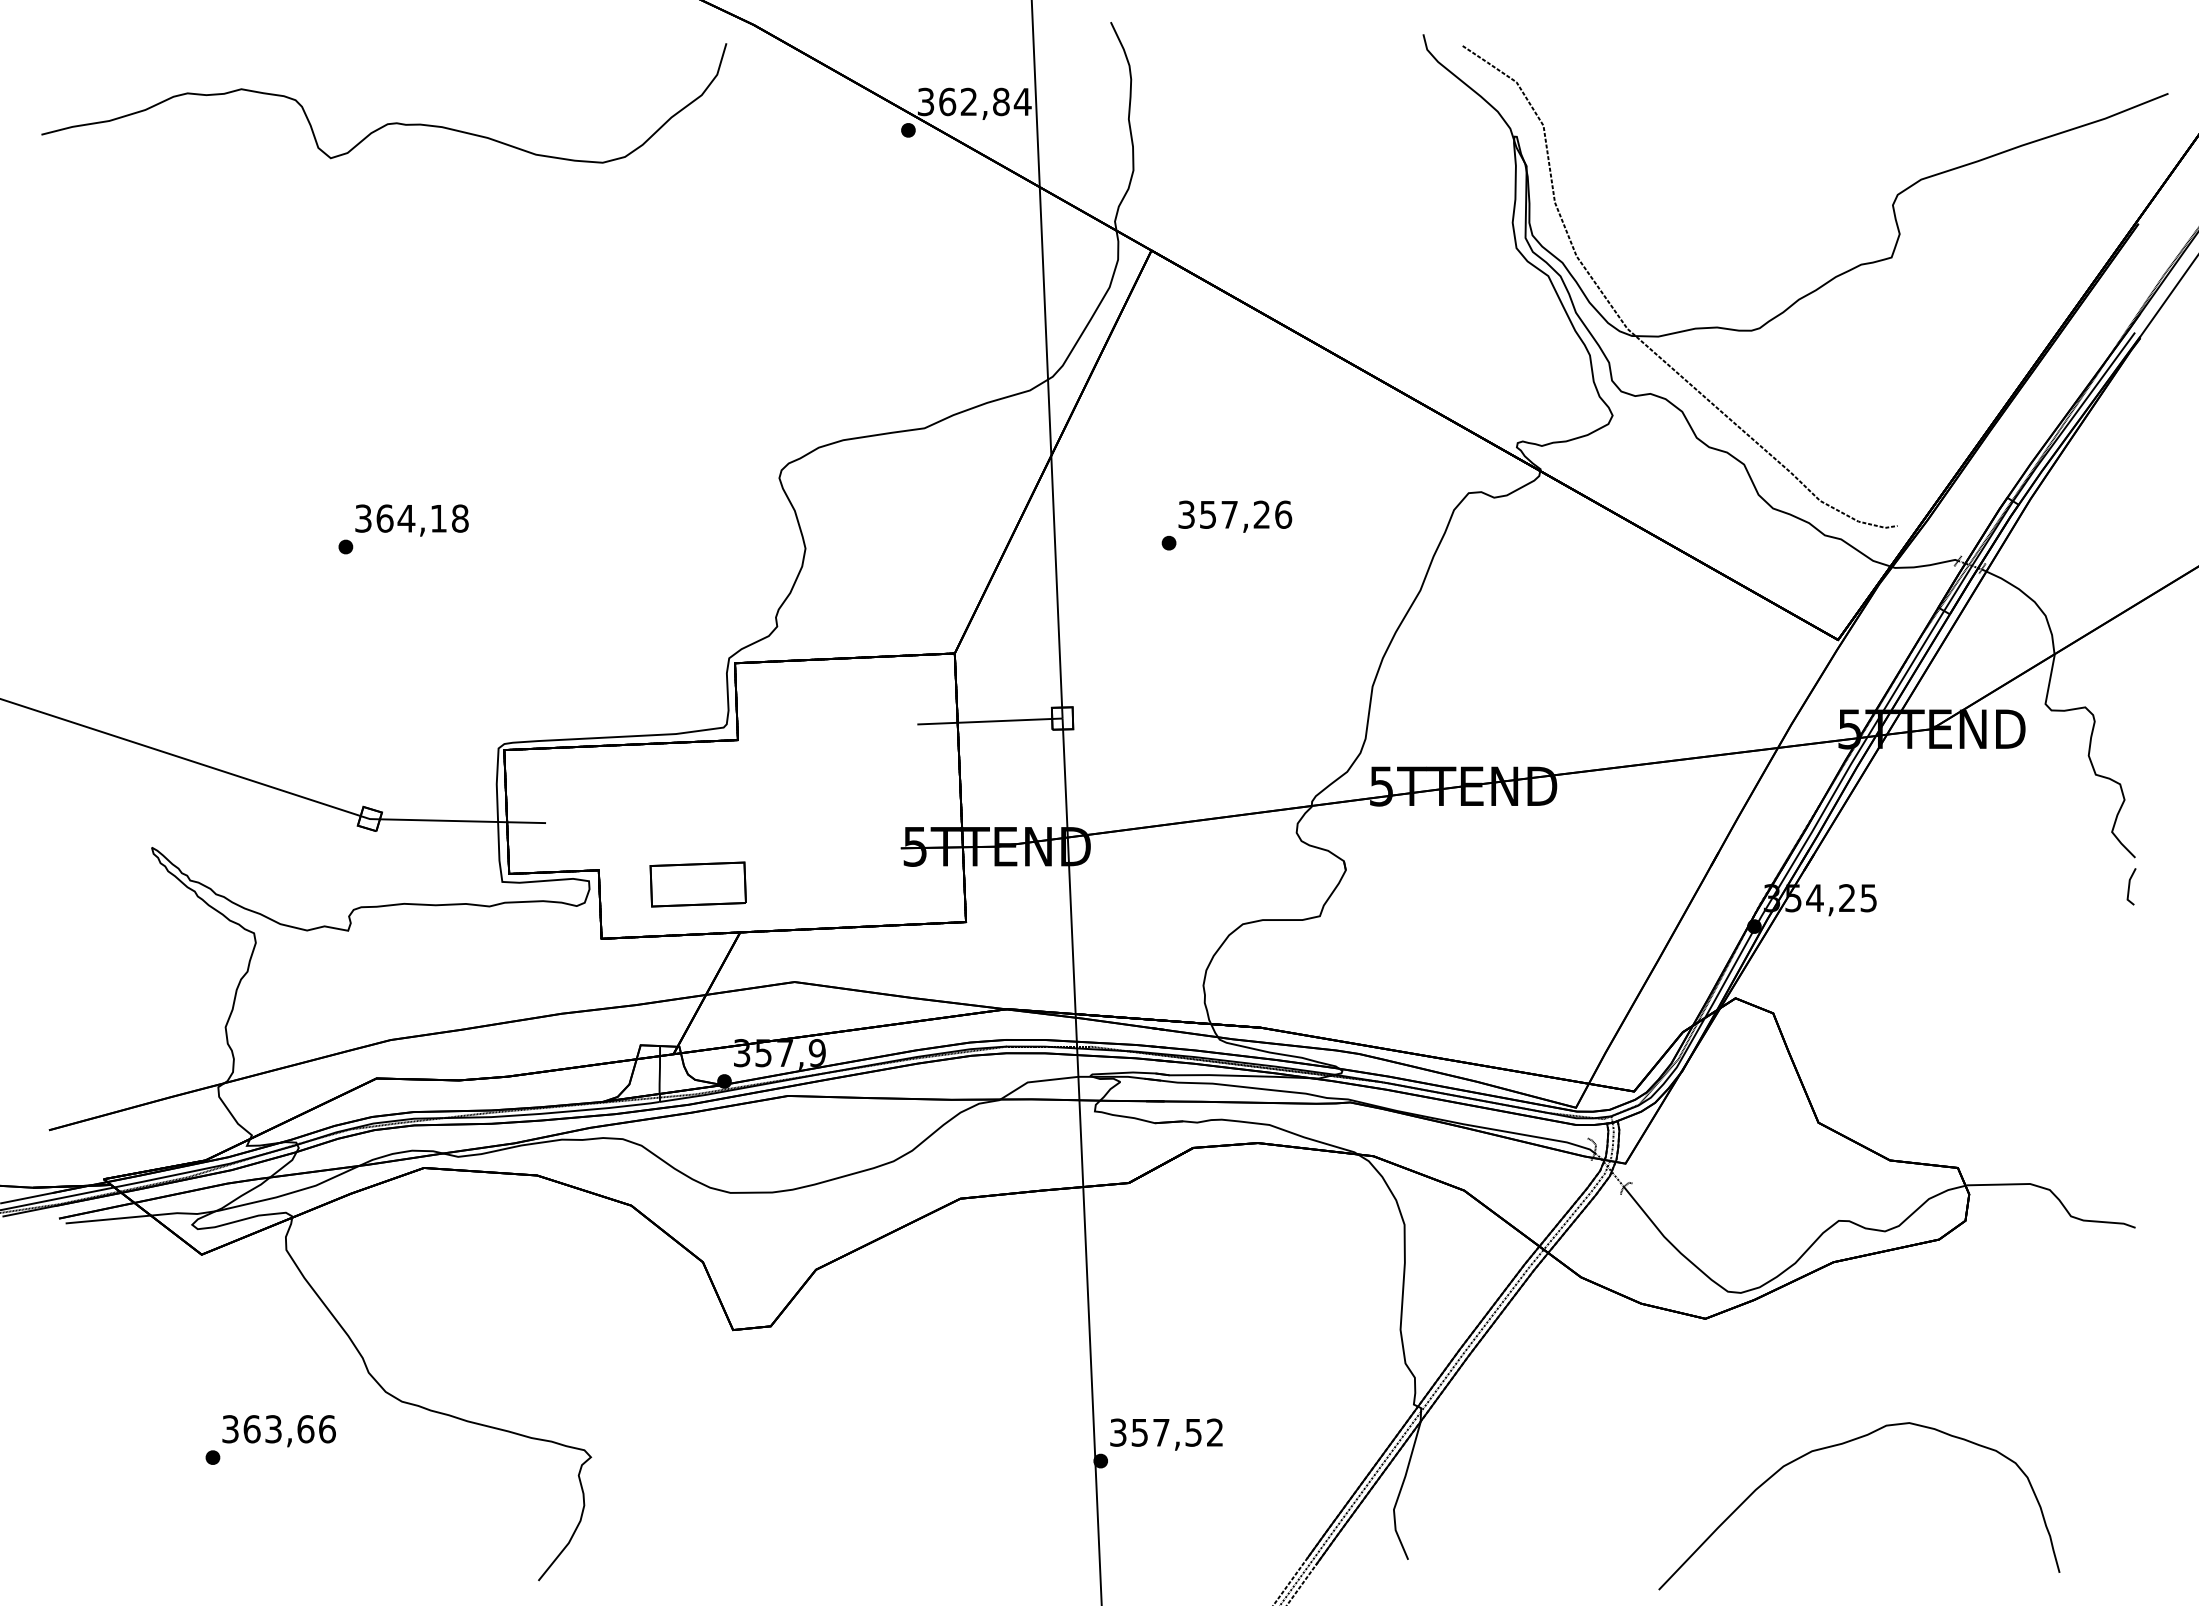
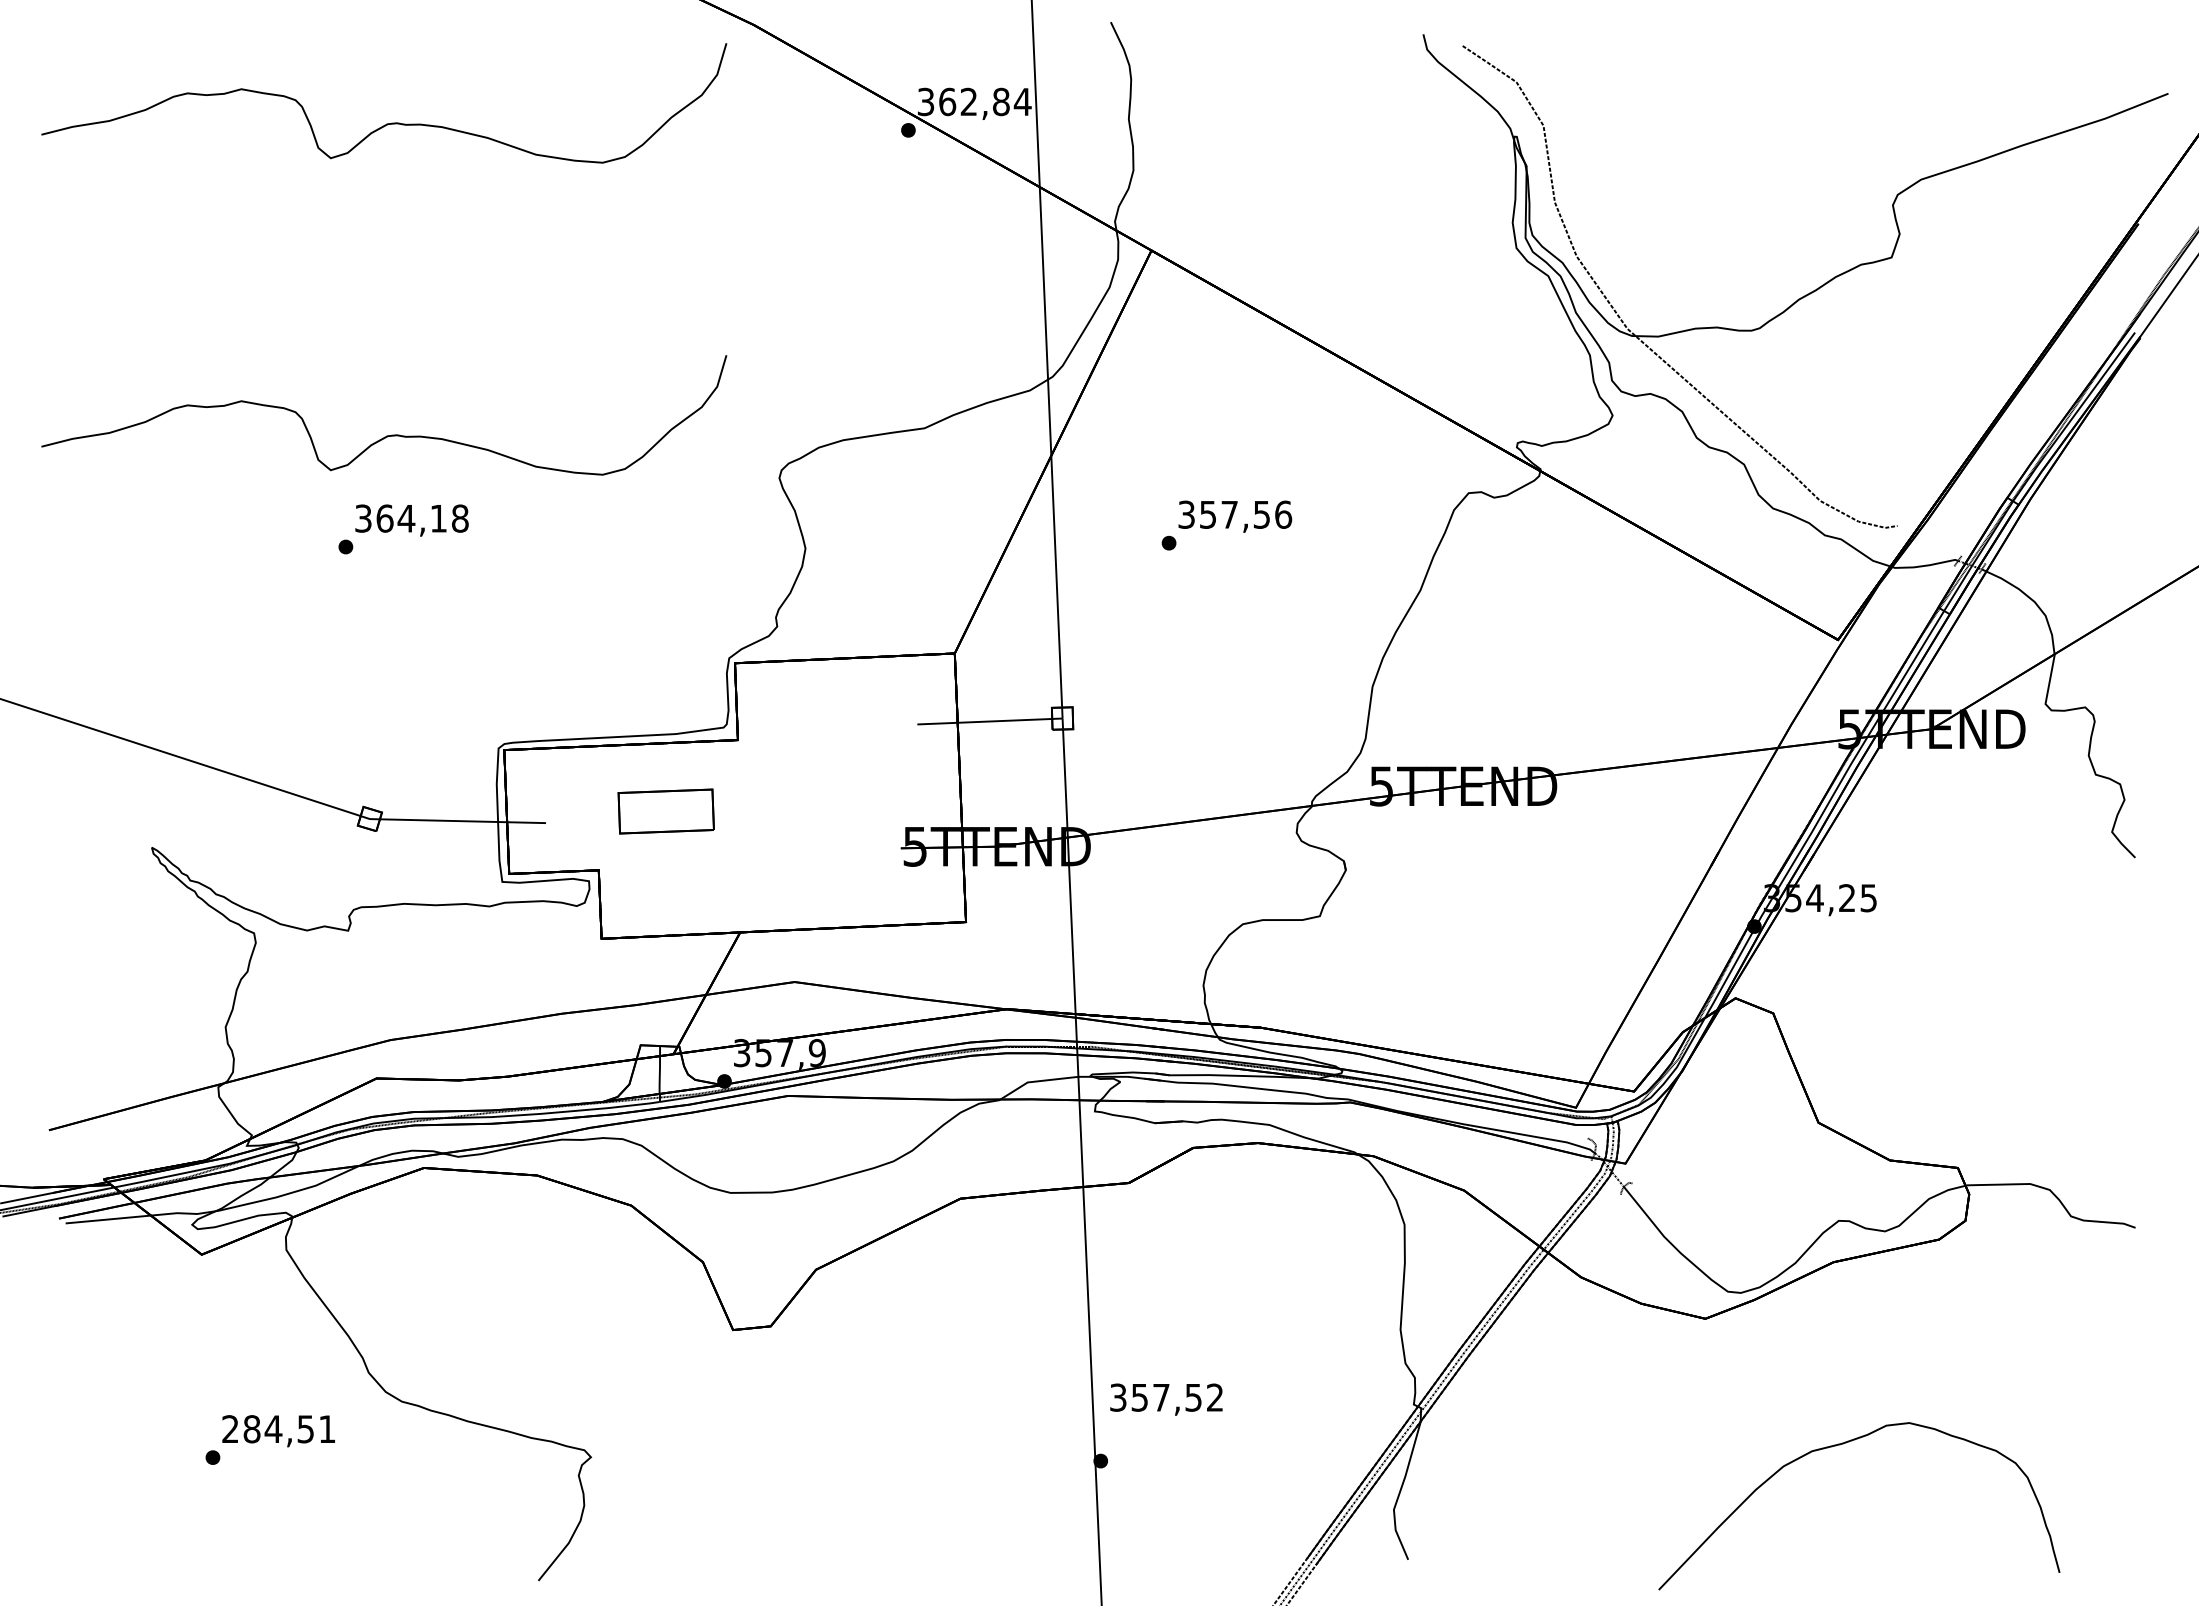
part at (386, 435): none -> present
text at (1261, 514): 357,26 -> 357,56
part at (697, 884) position: (697, 884) -> (665, 811)
line at (2130, 885): present -> none
text at (278, 1429): 363,66 -> 284,51
text at (1166, 1434) position: (1166, 1434) -> (1166, 1399)
